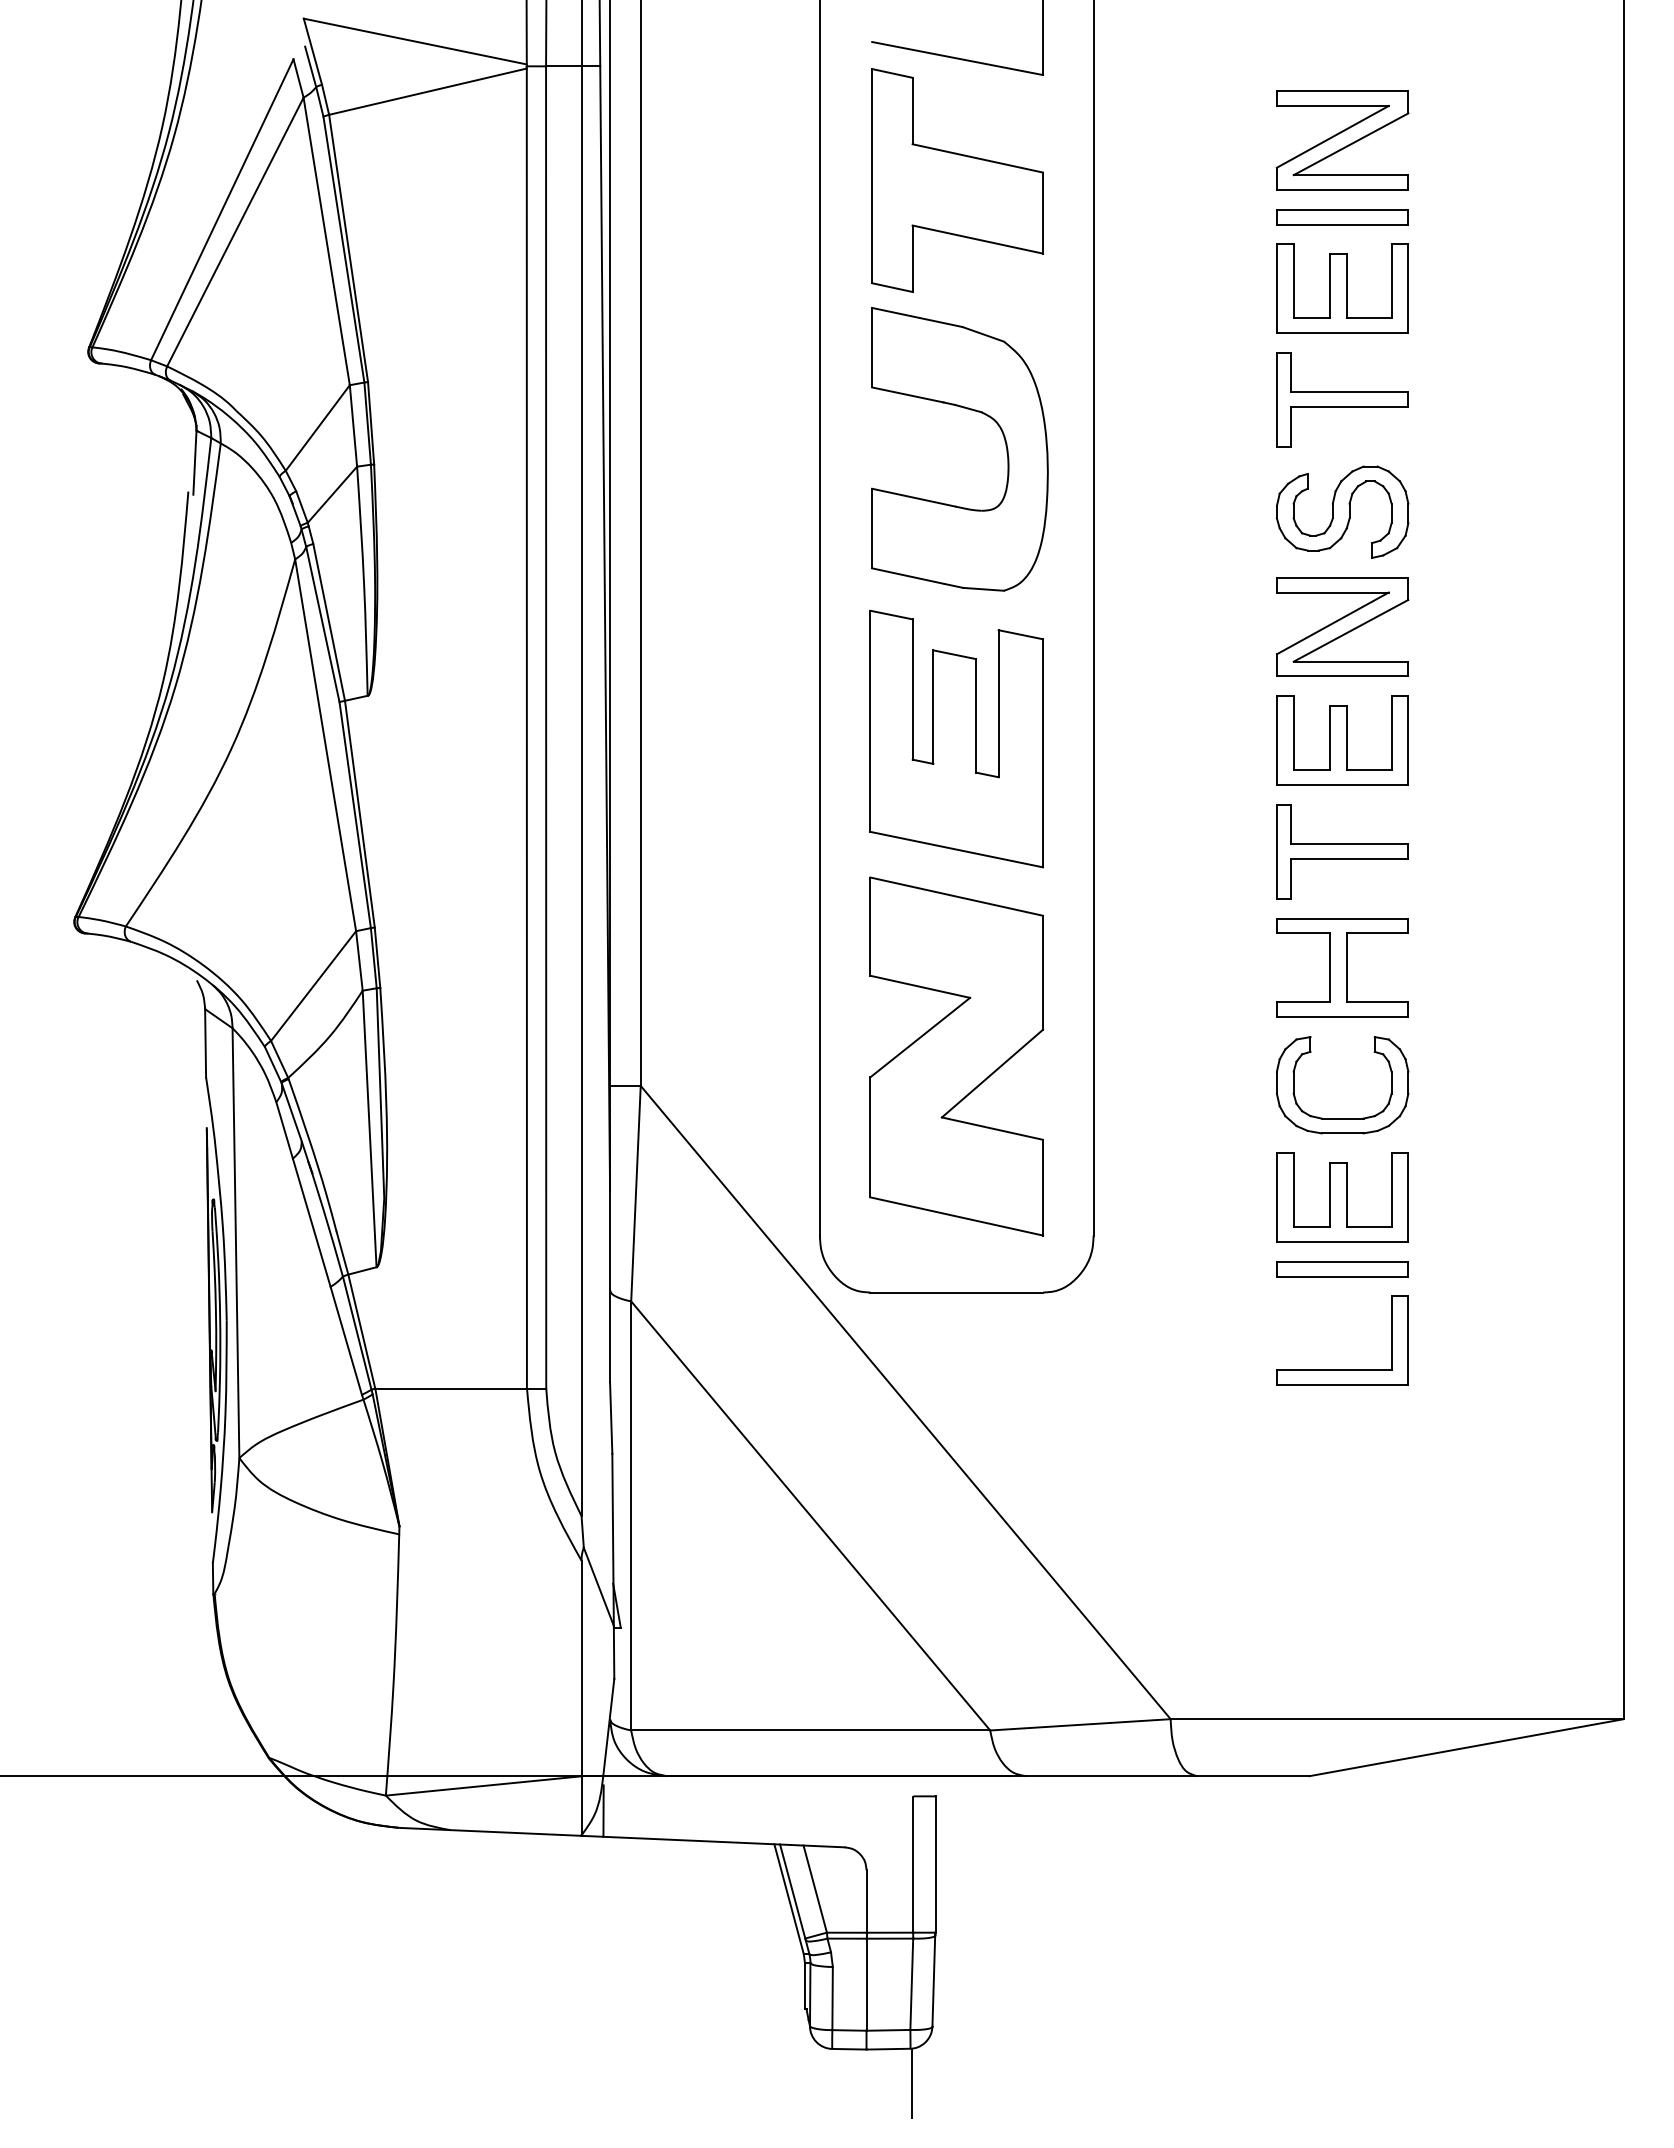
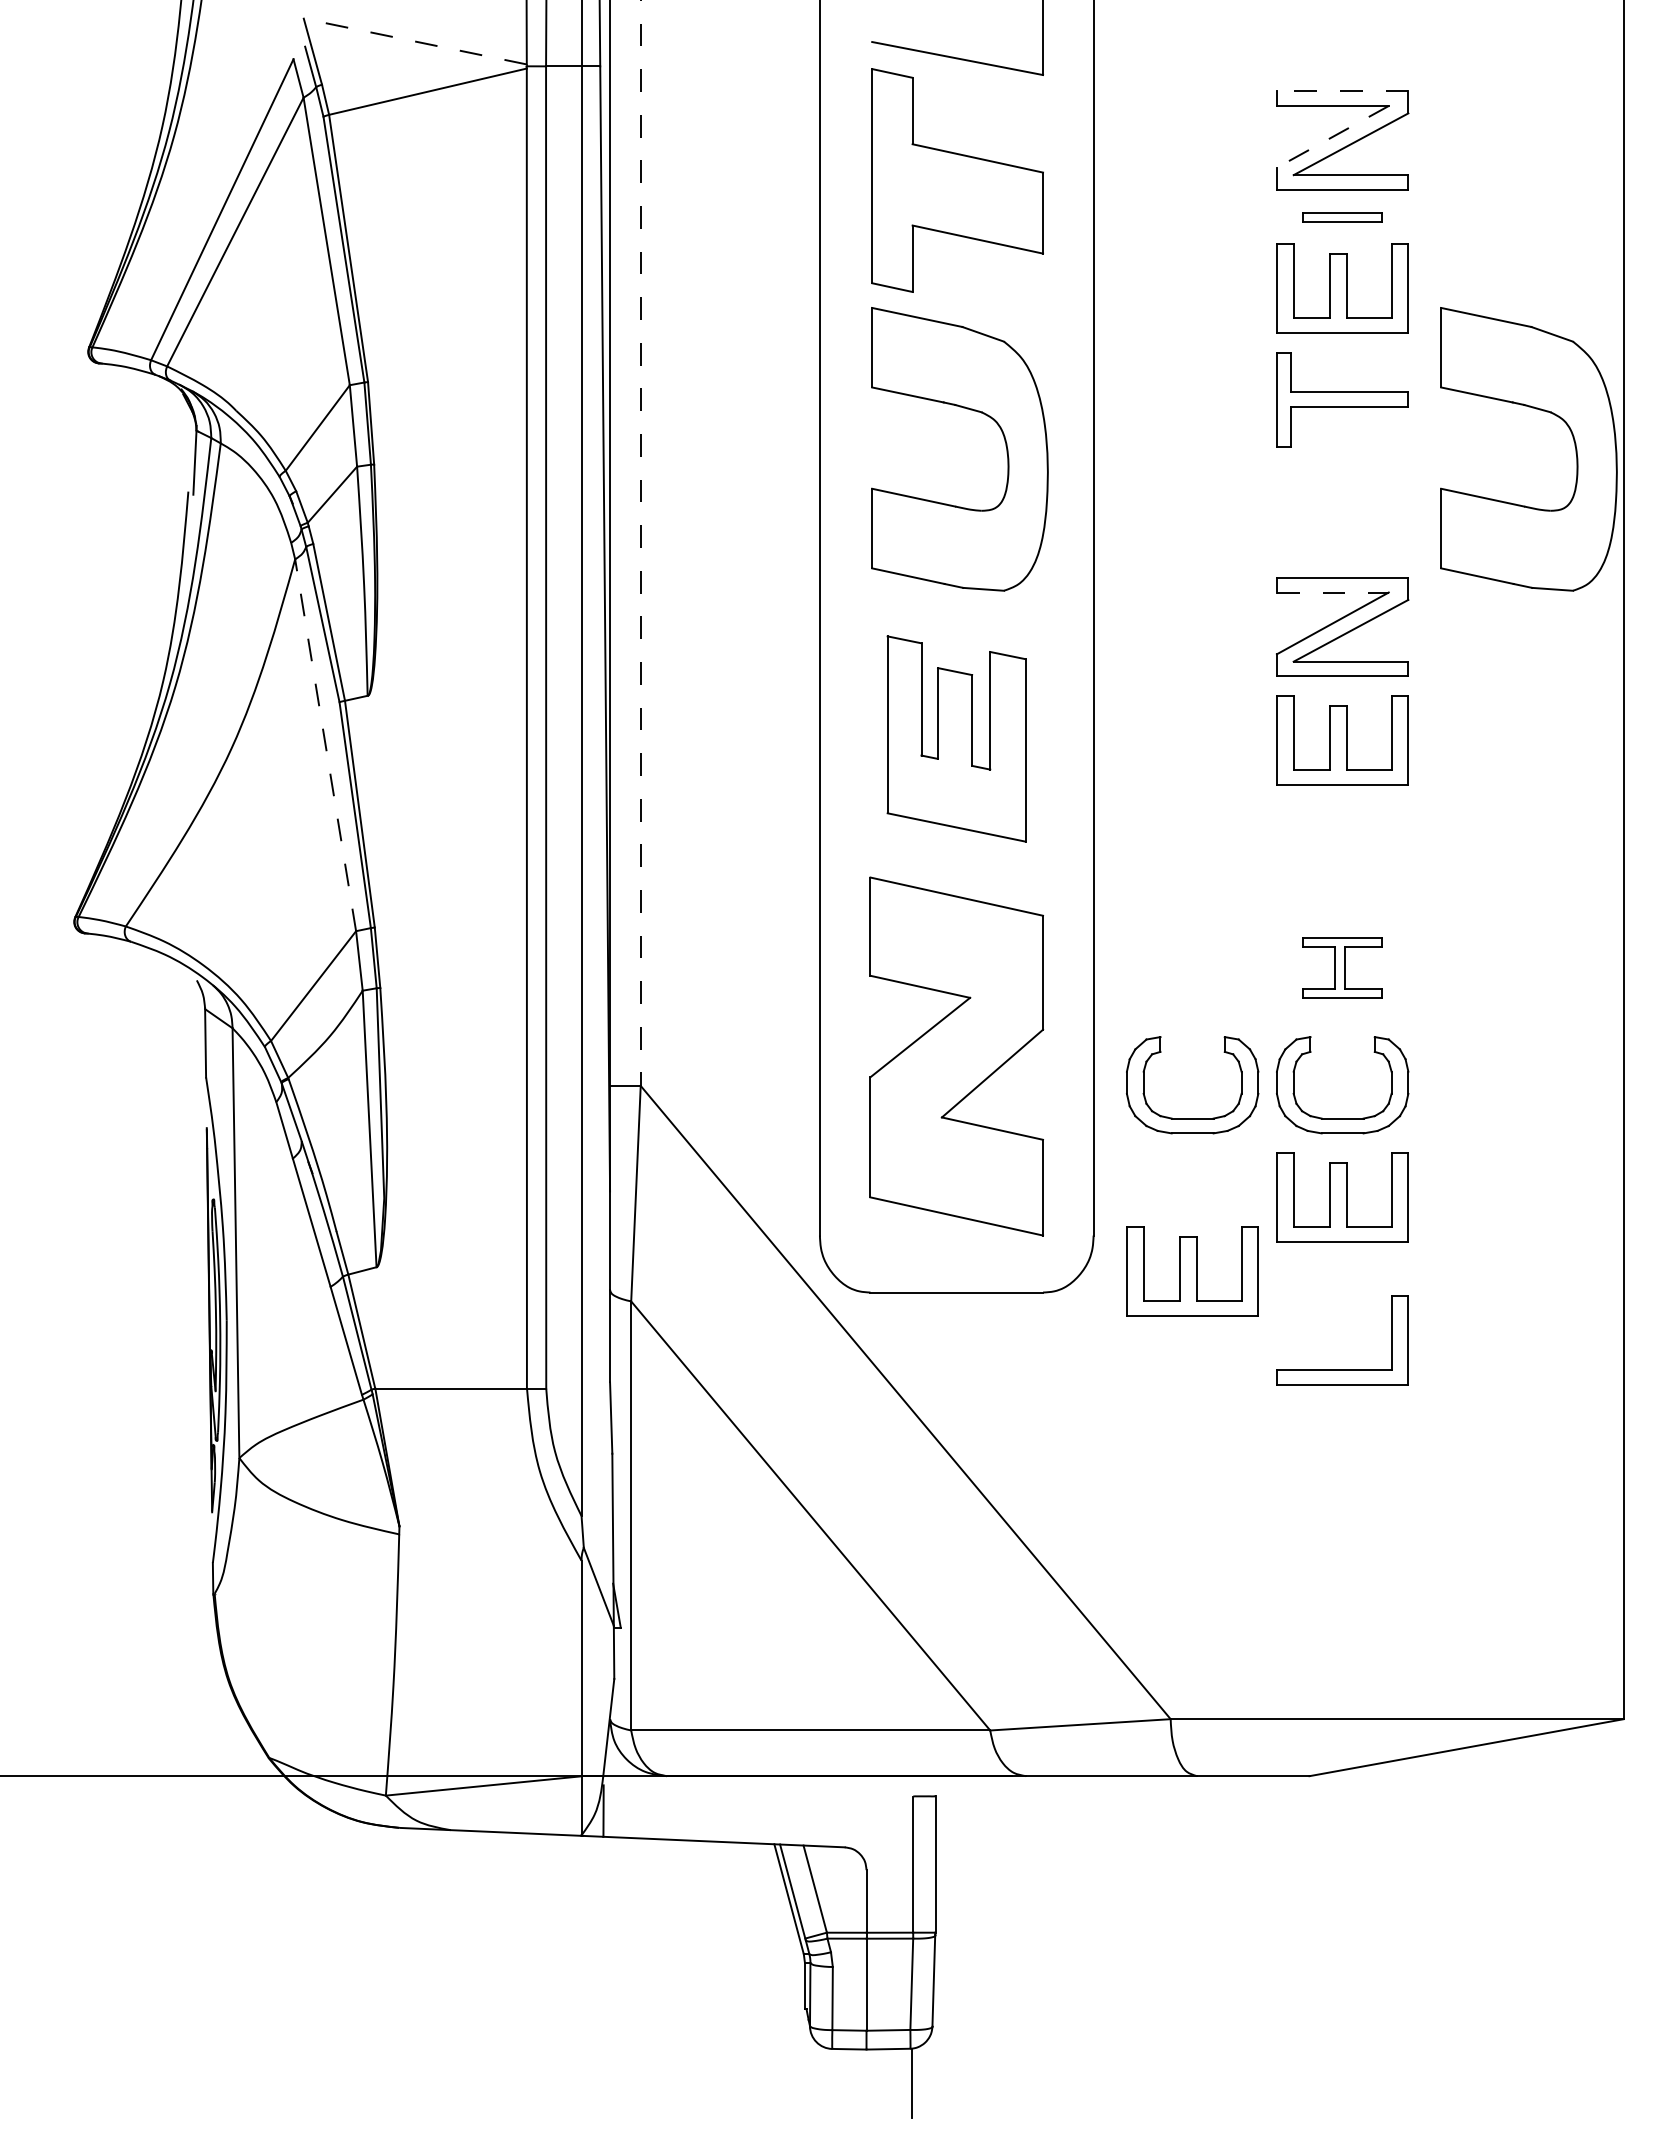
line at (415, 41): solid -> dashed
line at (1342, 91): solid -> dashed
line at (1332, 136): solid -> dashed
part at (1342, 217) size: 133x17 px -> 81x11 px
part at (1539, 410): none -> present
part at (1342, 511): present -> none
line at (640, 543): solid -> dashed
line at (1332, 592): solid -> dashed
part at (956, 738) size: 175x260 px -> 141x208 px
line at (325, 744): solid -> dashed
part at (1342, 851): present -> none
part at (1342, 967) size: 133x100 px -> 81x62 px
part at (1192, 1118): none -> present
part at (1342, 1269): present -> none
part at (1192, 1271): none -> present
